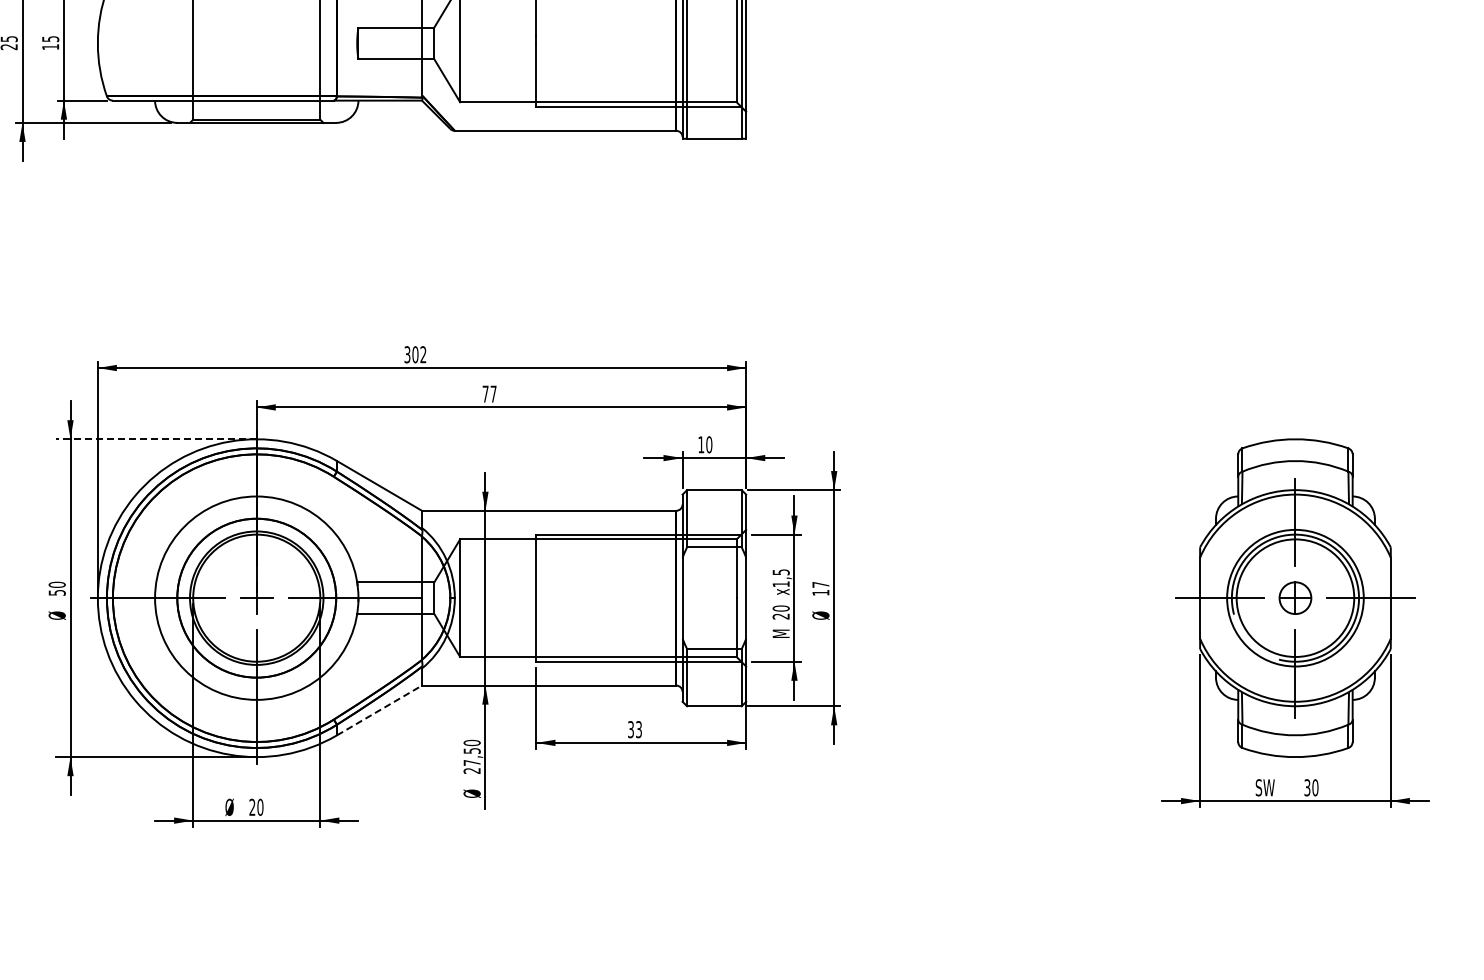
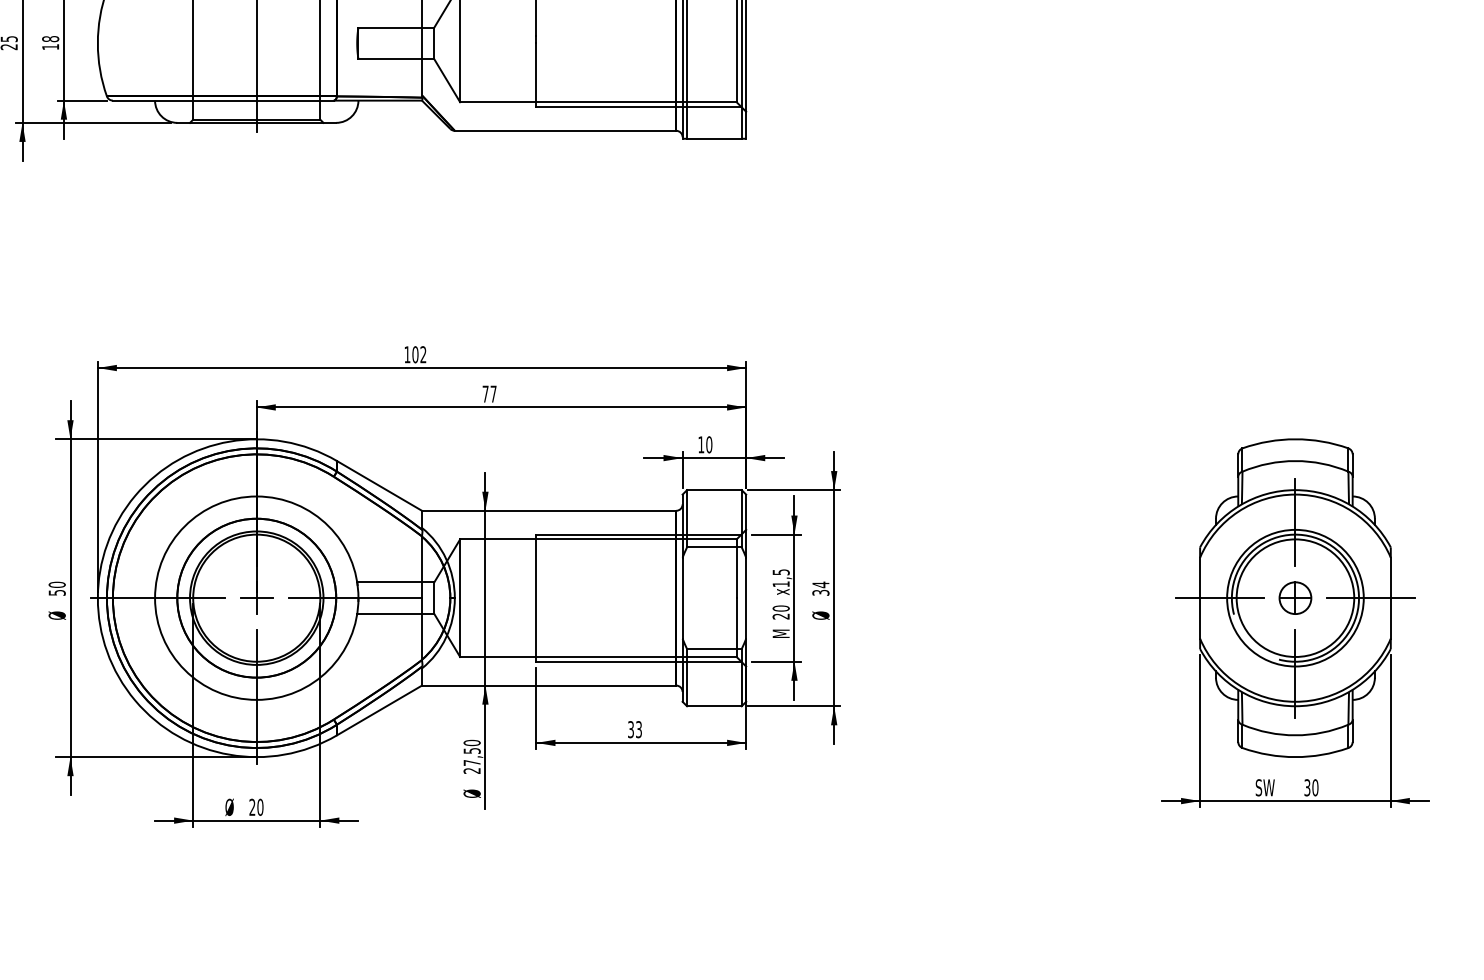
text at (50, 39): 15 -> 18
line at (256, 67): none -> present
text at (407, 354): 302 -> 102
line at (155, 439): dashed -> solid
text at (820, 588): 17 -> 34
line at (379, 710): dashed -> solid
